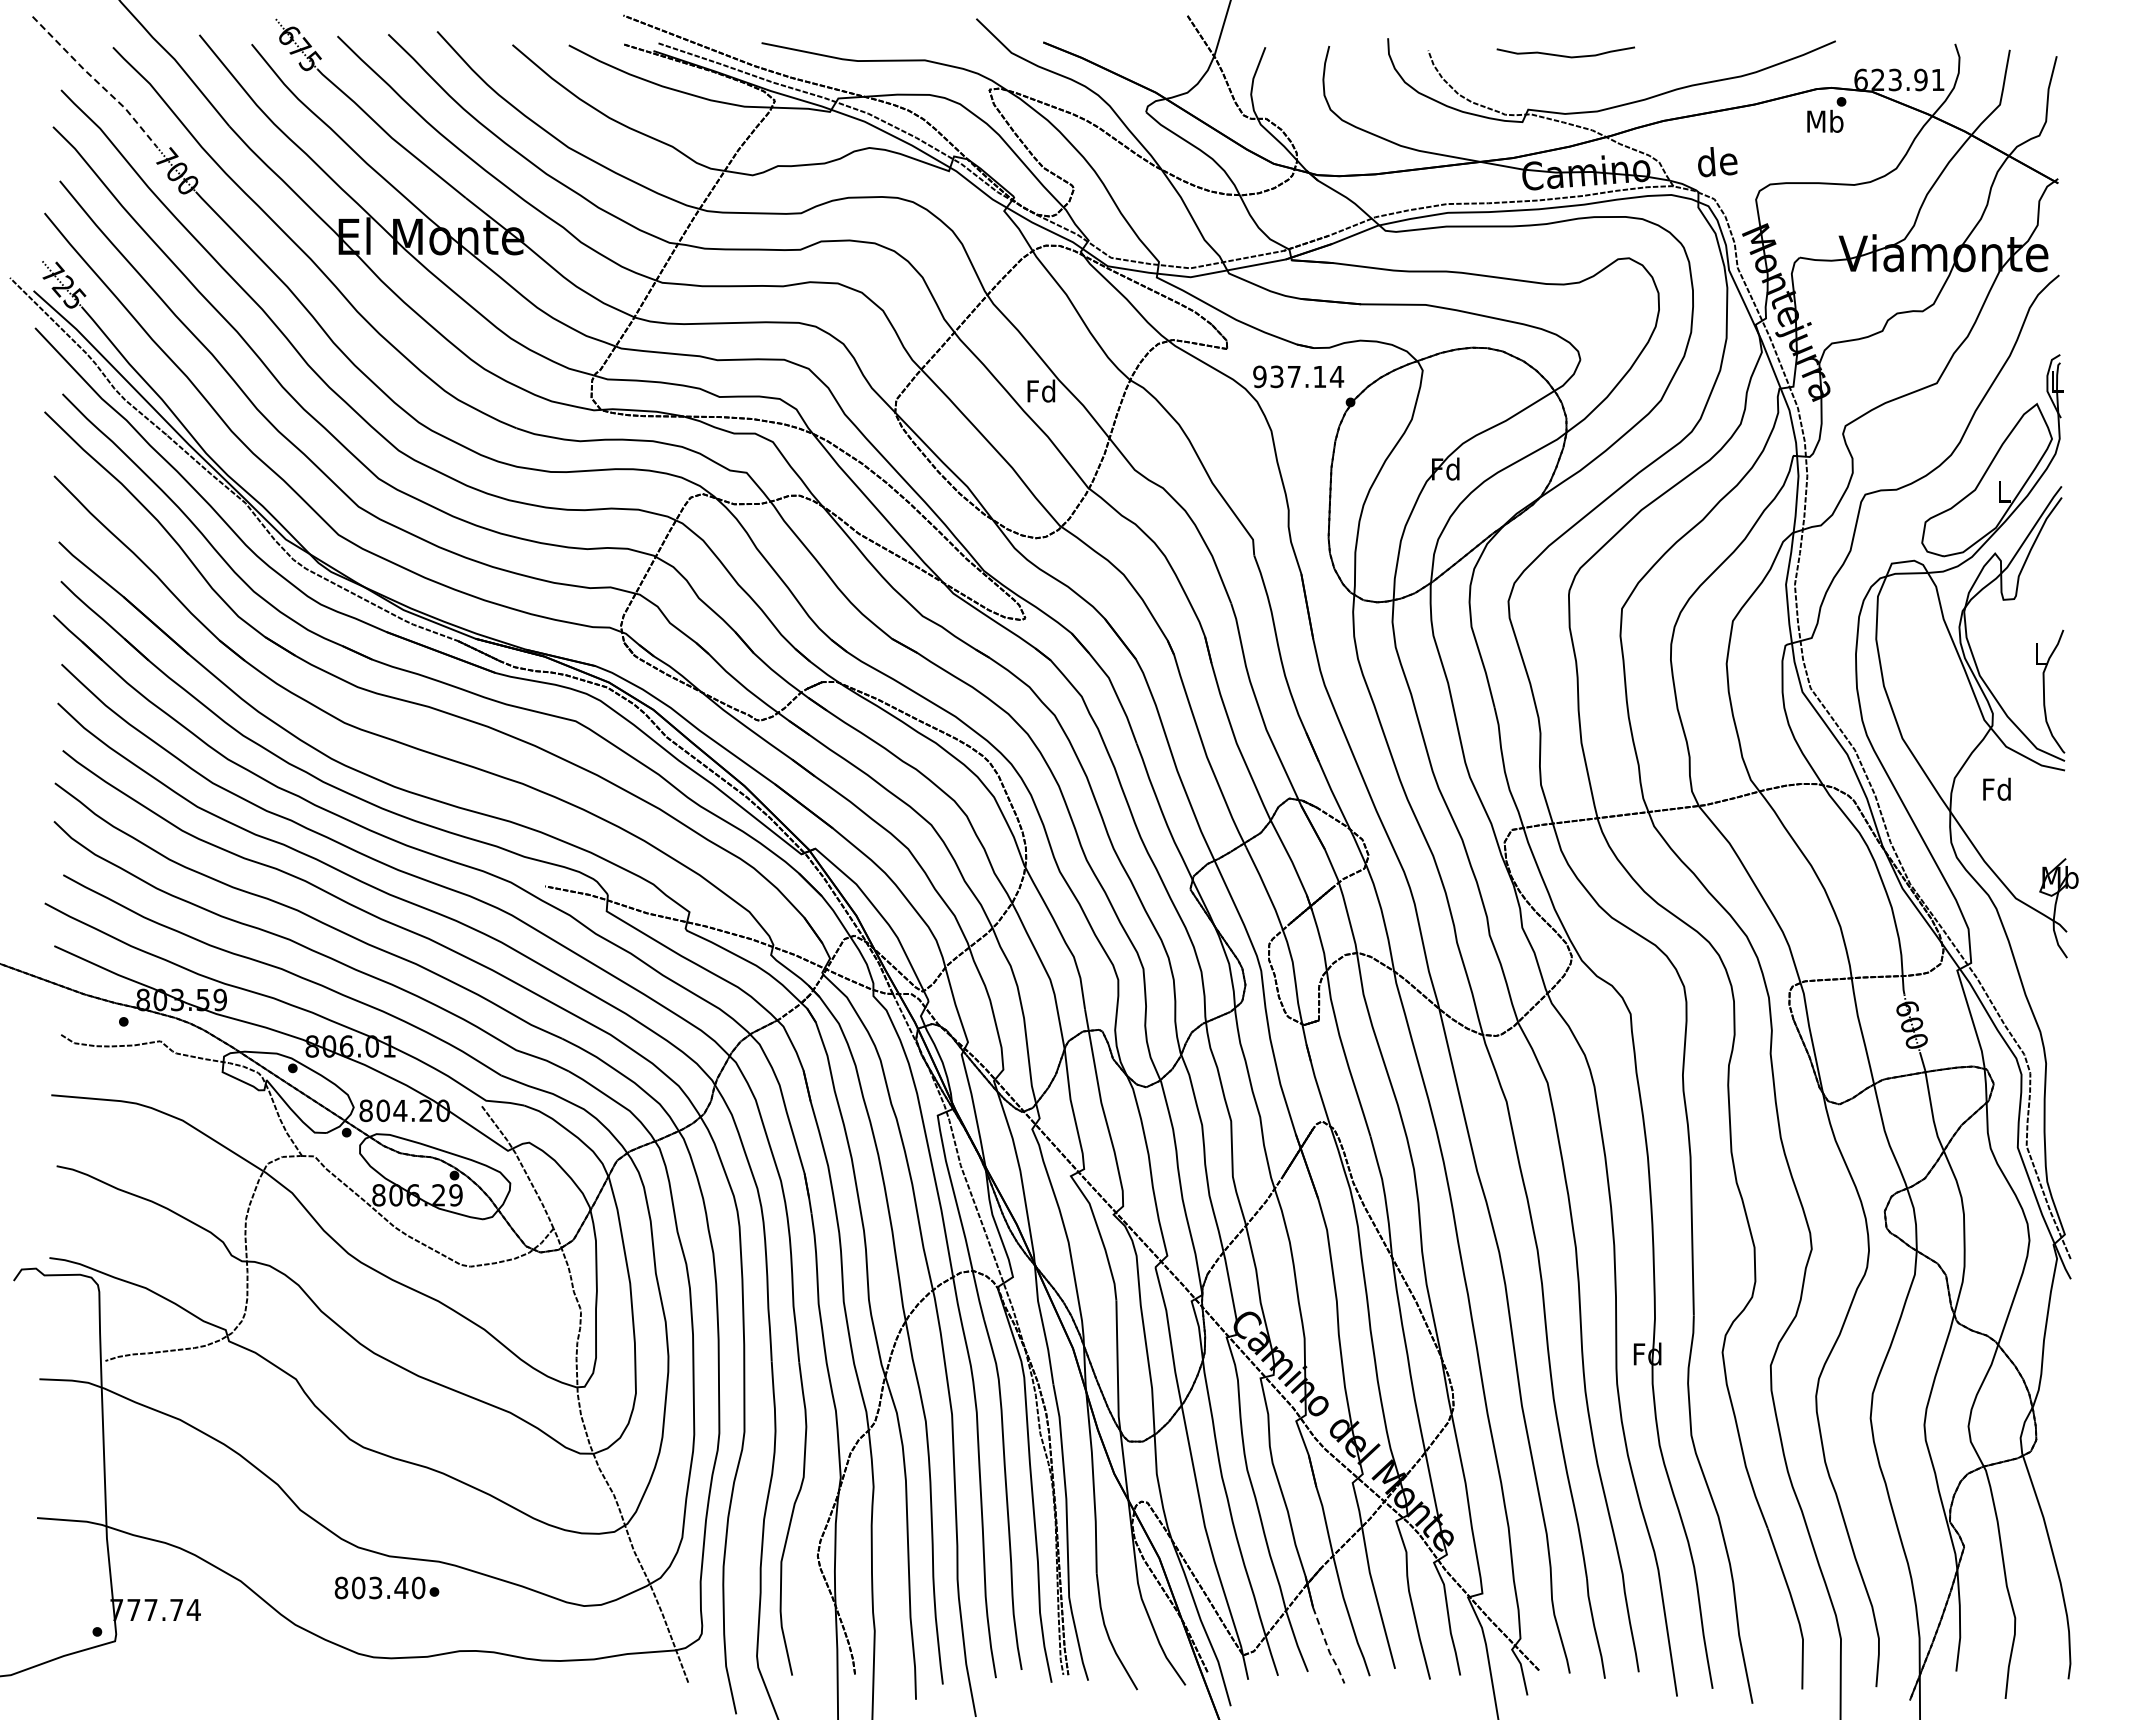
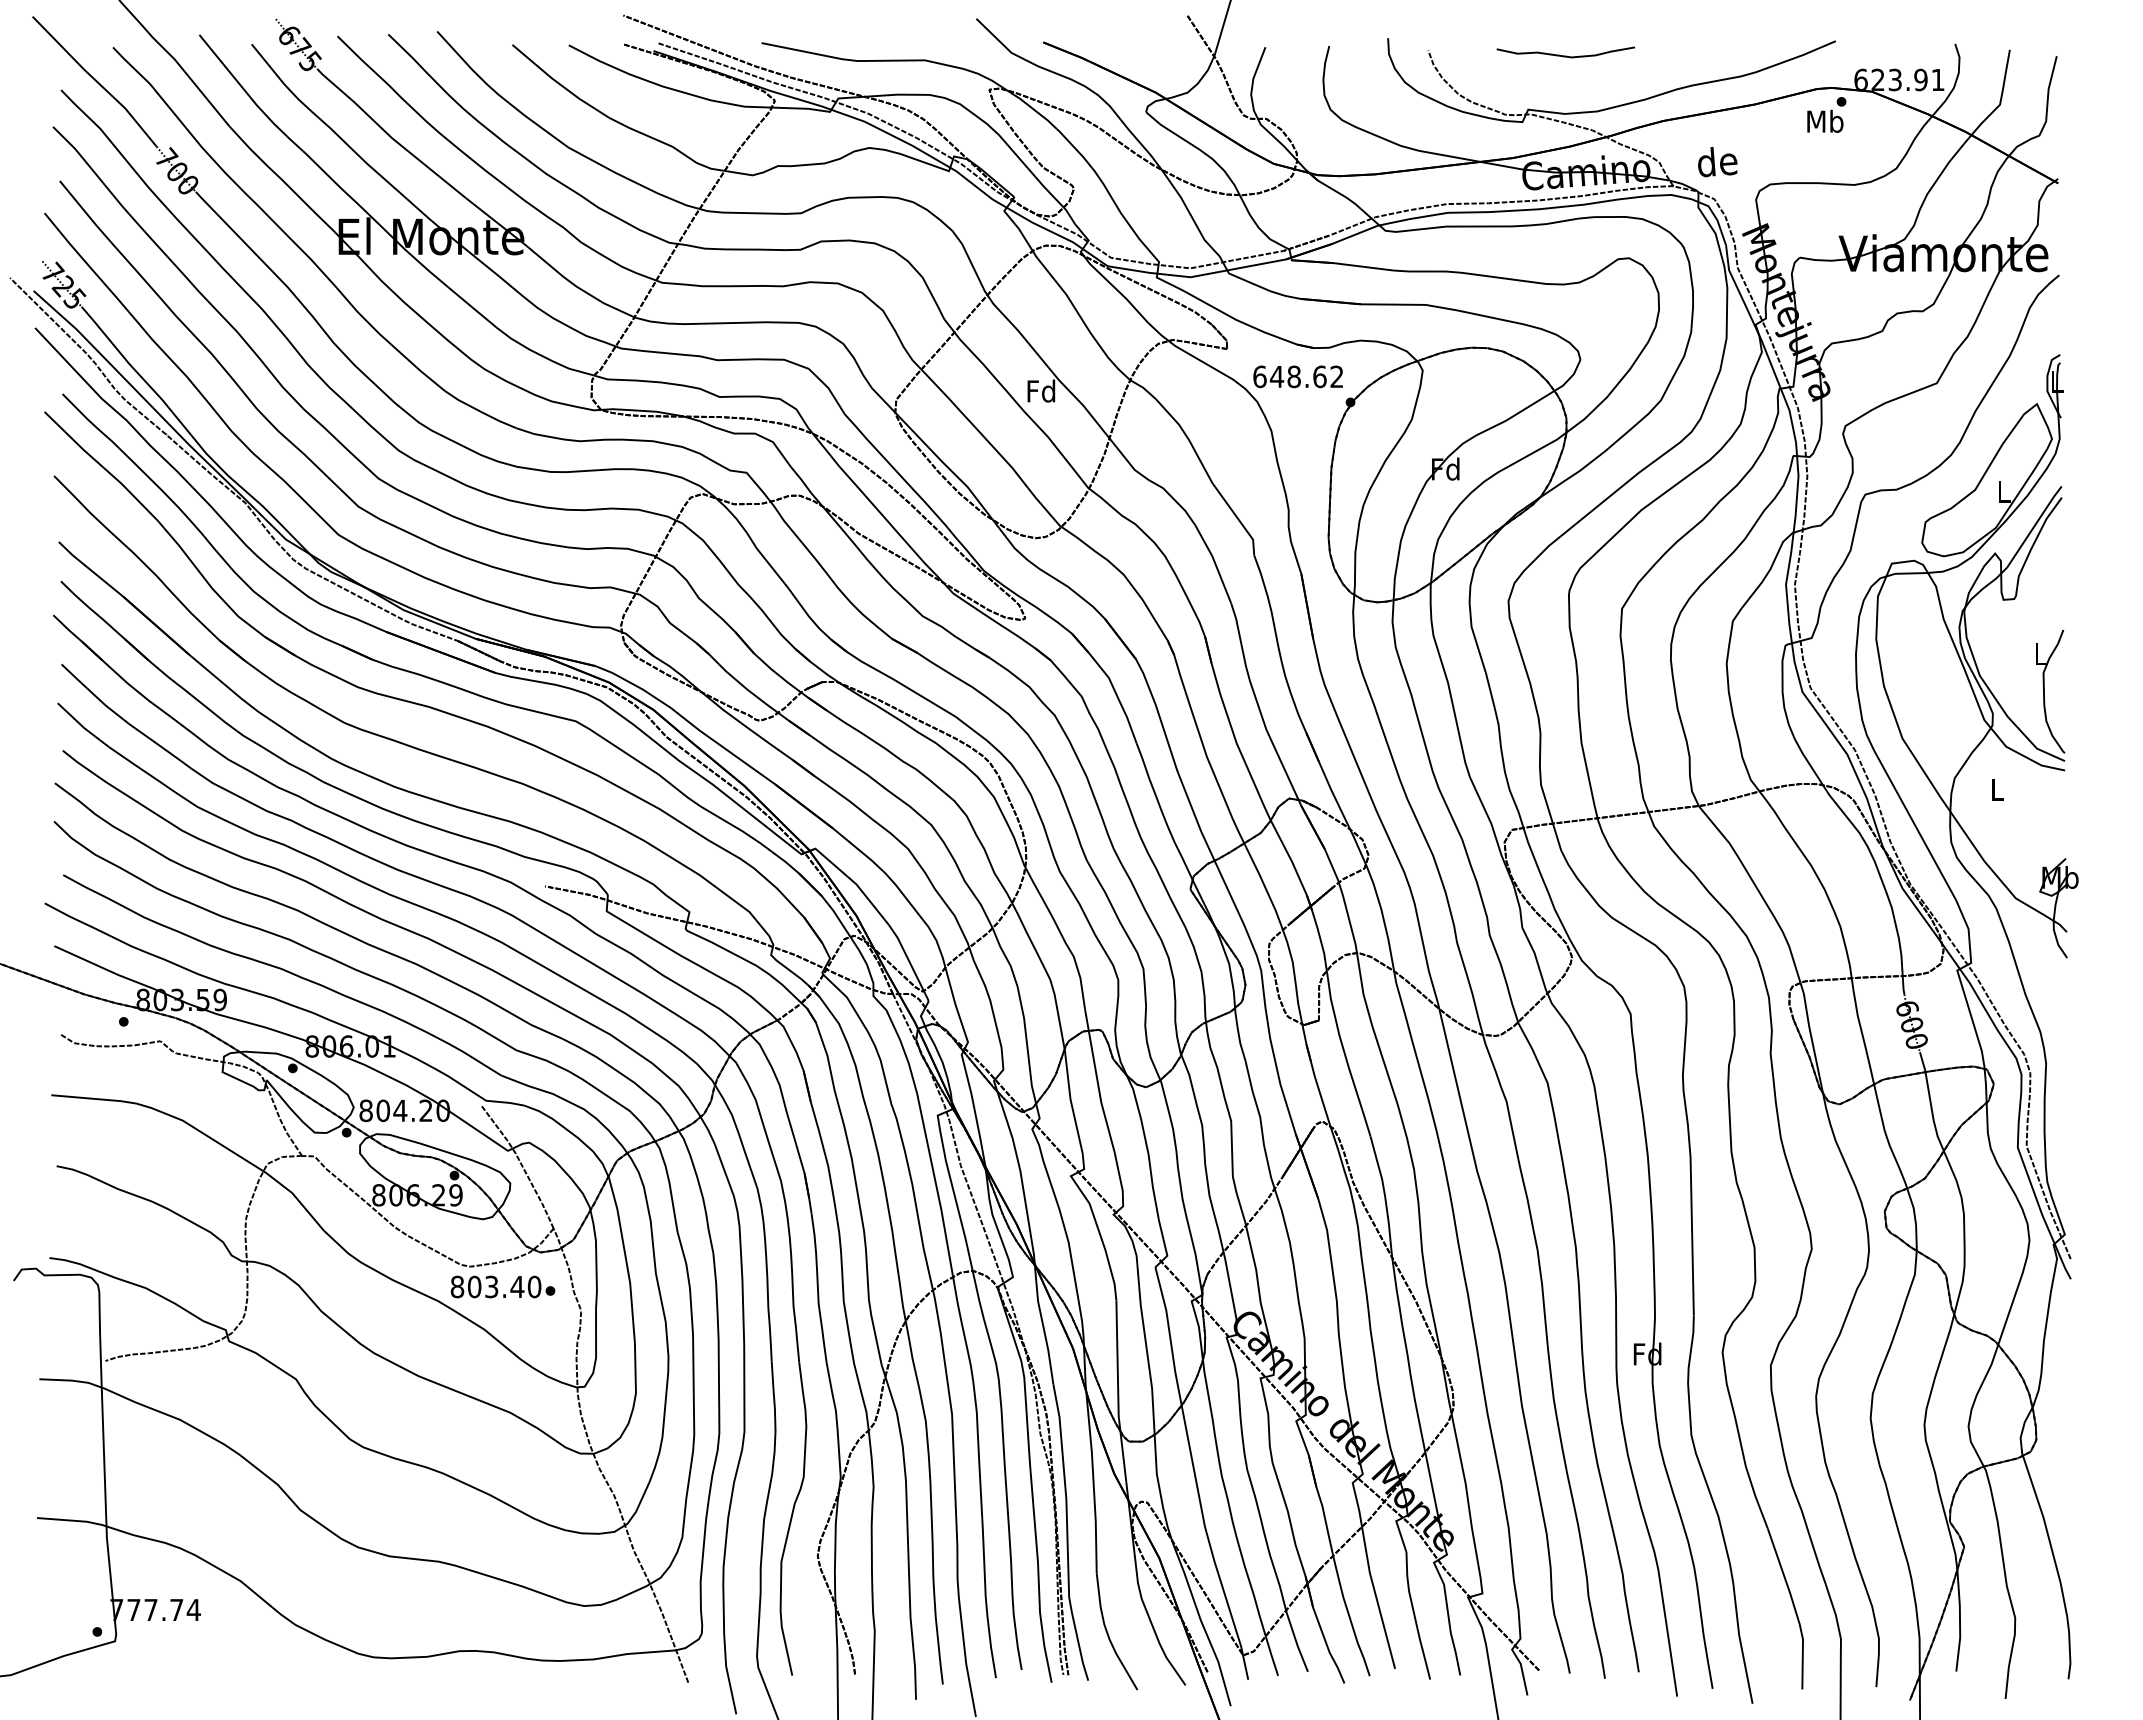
line at (96, 81): dashed -> solid
text at (1298, 376): 937.14 -> 648.62
text at (1996, 788): Fd -> L
text at (386, 1587) position: (386, 1587) -> (502, 1286)
line at (1327, 1647): dashed -> solid
